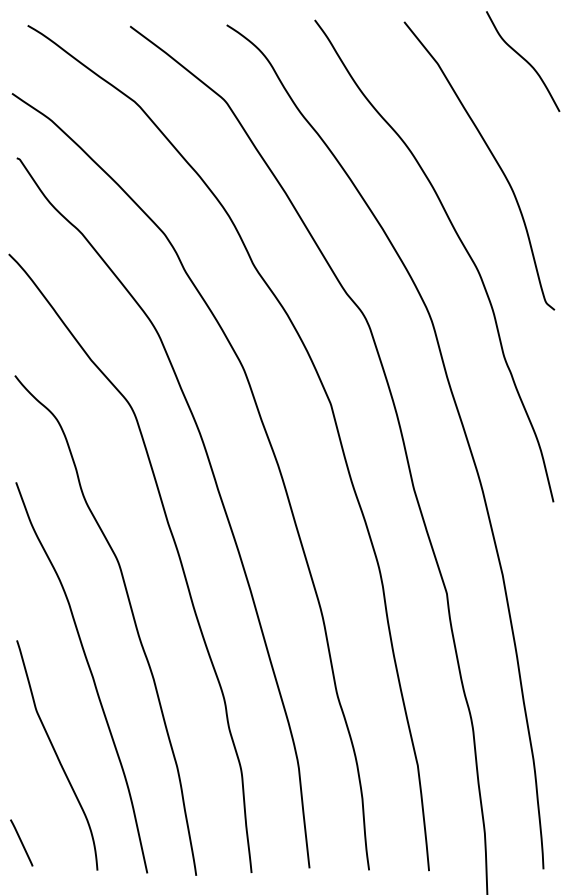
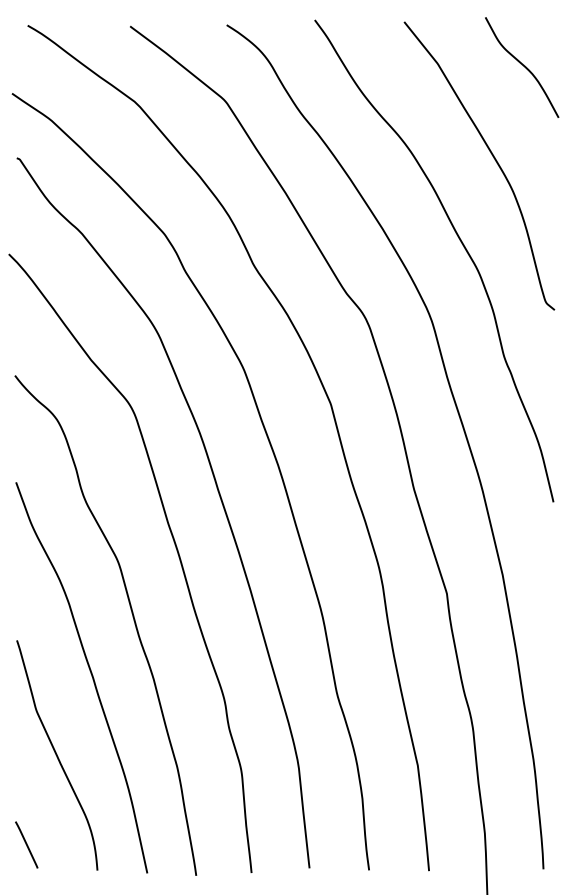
curve at (524, 60) position: (524, 60) -> (523, 66)
line at (21, 842) position: (21, 842) -> (26, 844)
